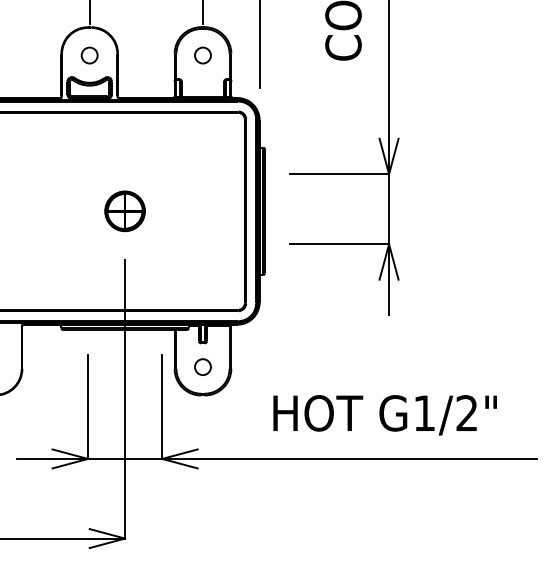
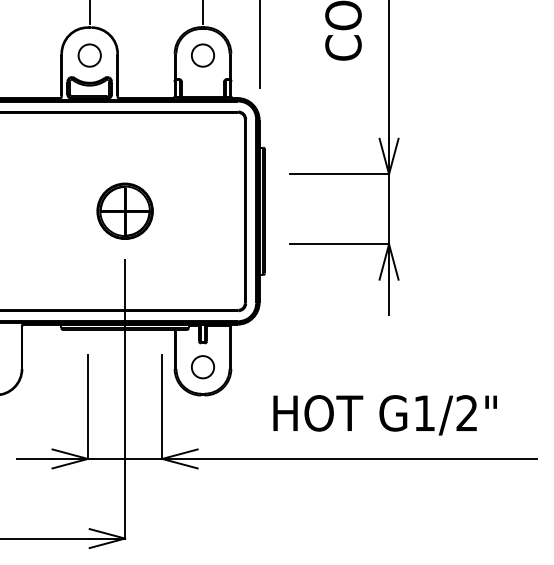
part at (89, 55) size: 19x19 px -> 25x25 px
part at (202, 55) size: 18x19 px -> 24x25 px
part at (124, 211) size: 42x43 px -> 58x58 px
part at (202, 366) size: 18x18 px -> 24x25 px
